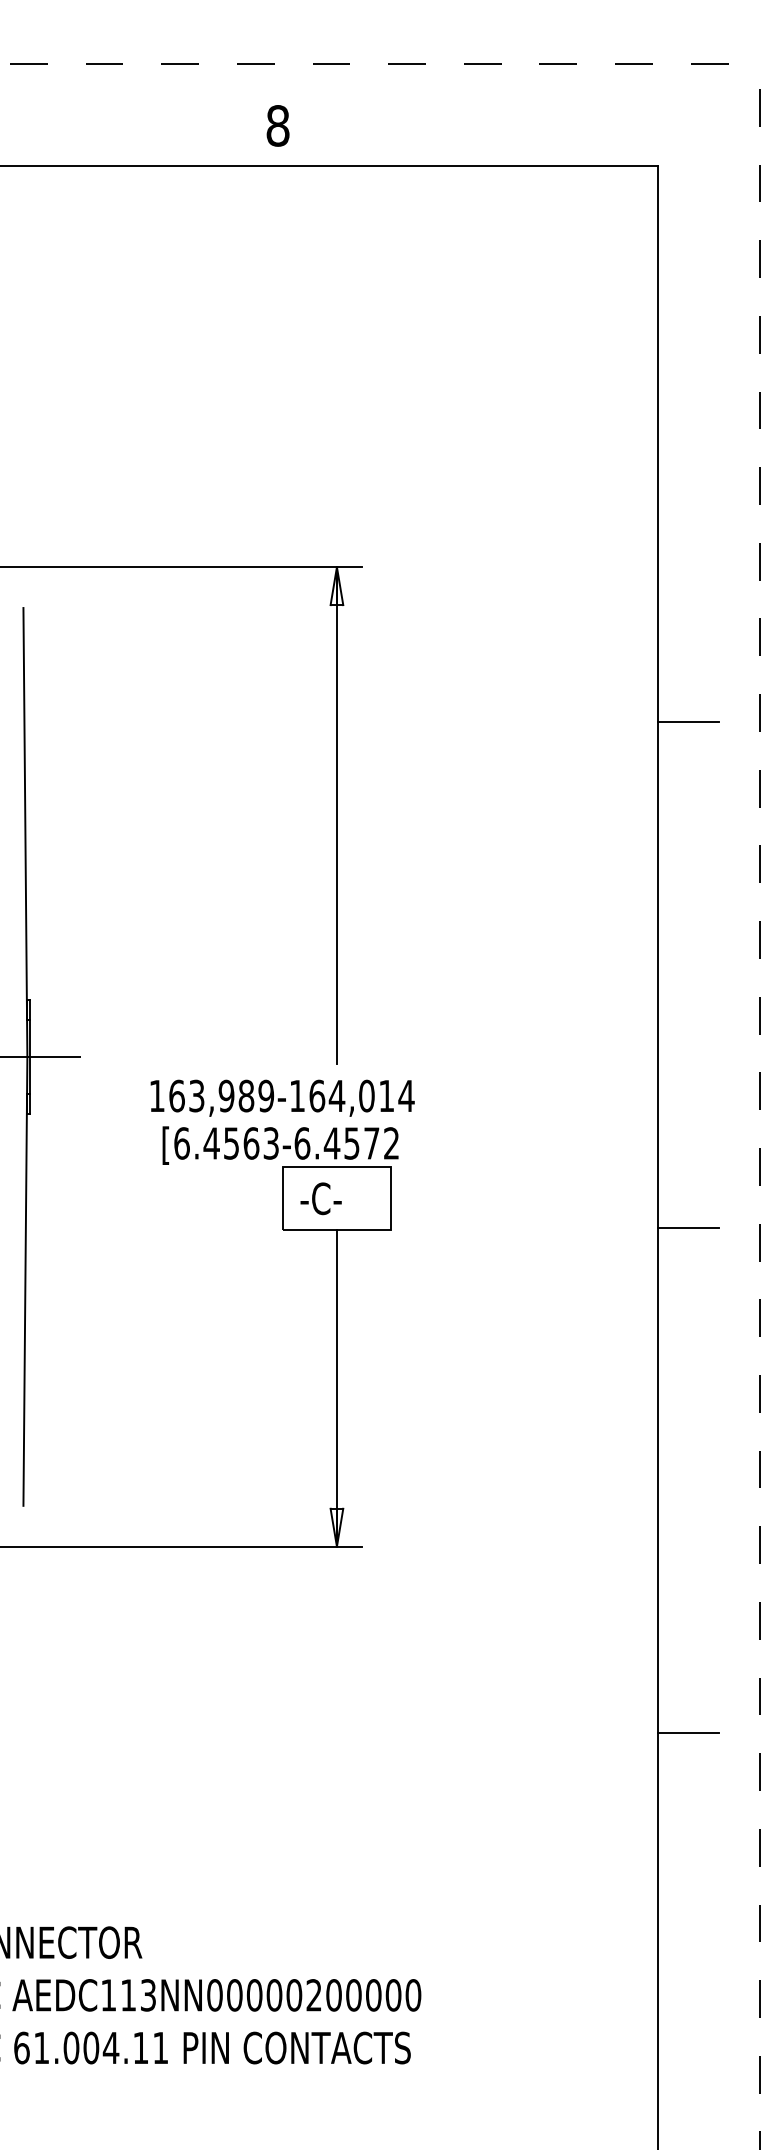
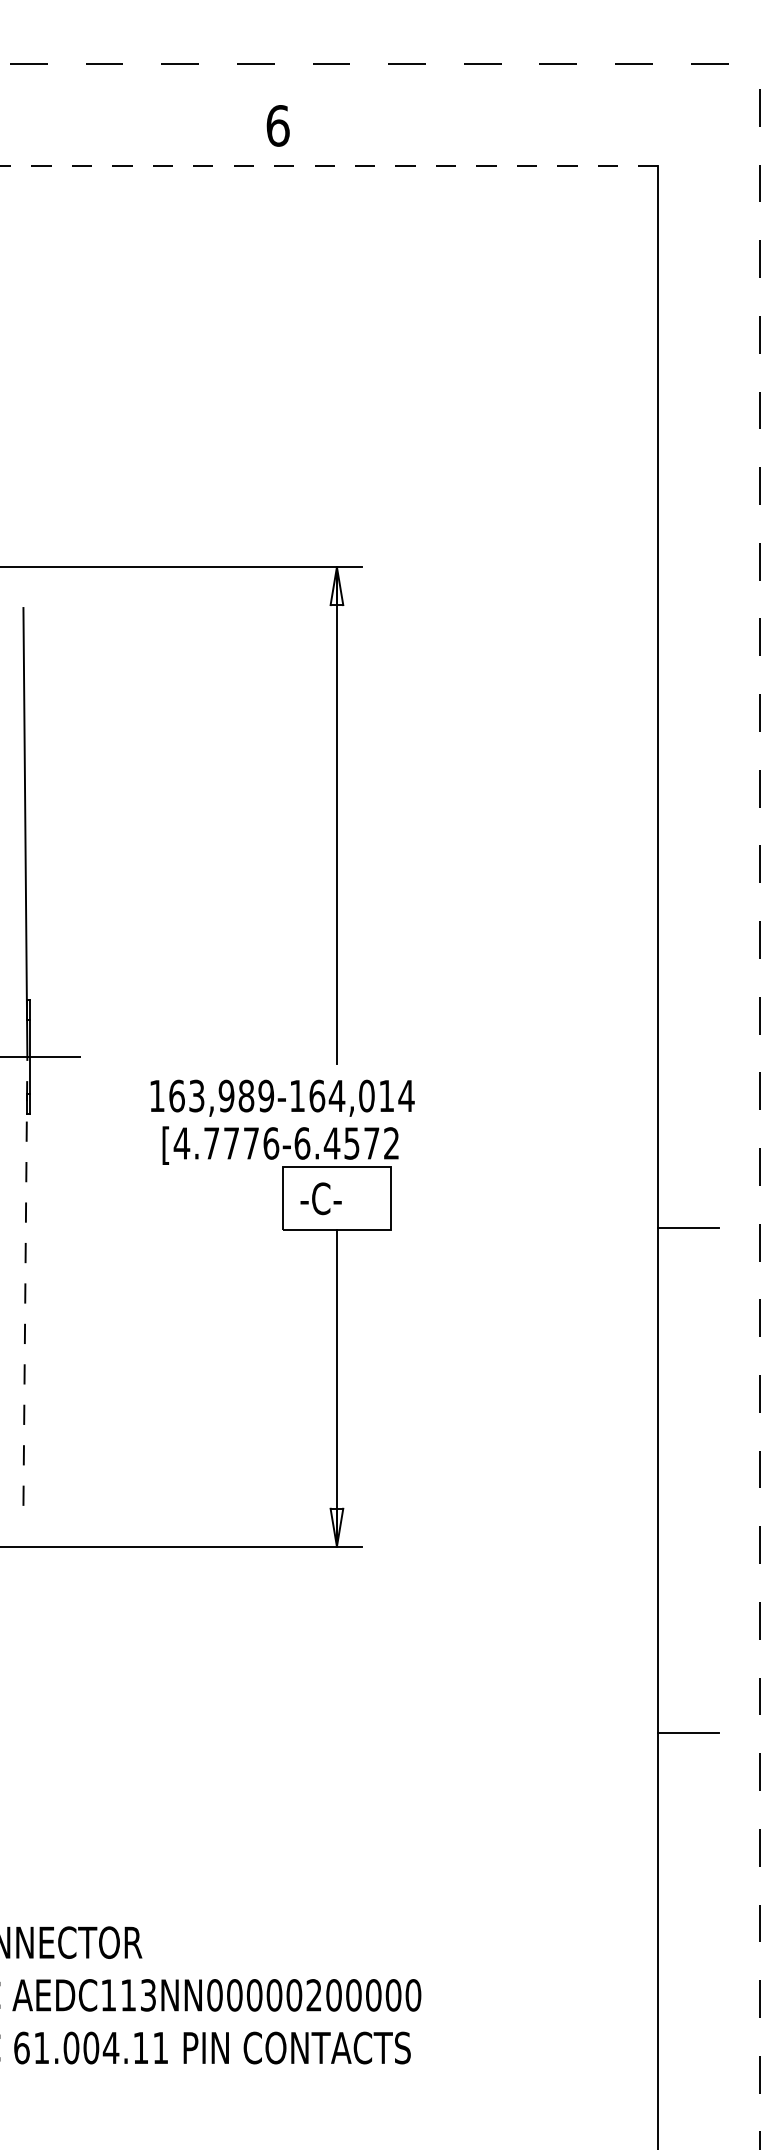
text at (277, 125): 8 -> 6
line at (329, 165): solid -> dashed
line at (688, 721): present -> none
text at (226, 1143): [6.4563-6.4572 -> [4.7776-6.4572
line at (25, 1280): solid -> dashed
